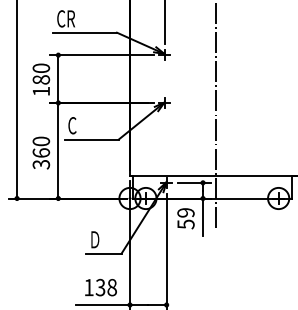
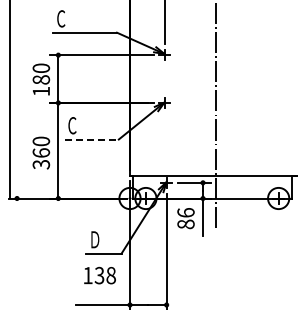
text at (71, 18): CR -> C
line at (17, 99) position: (17, 99) -> (10, 99)
line at (92, 139): solid -> dashed
text at (185, 218): 59 -> 86
text at (100, 287) position: (100, 287) -> (99, 275)
